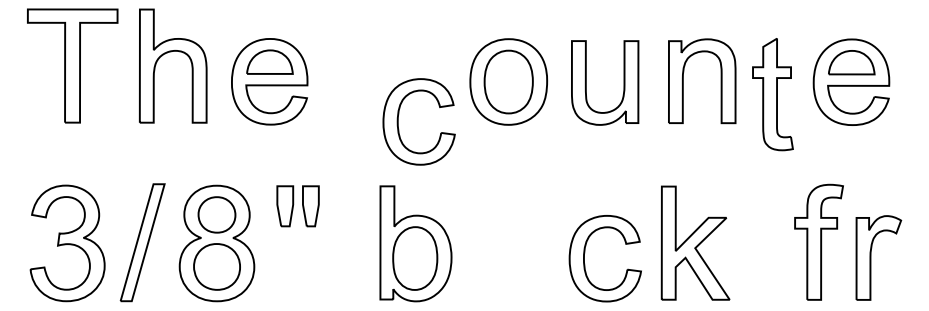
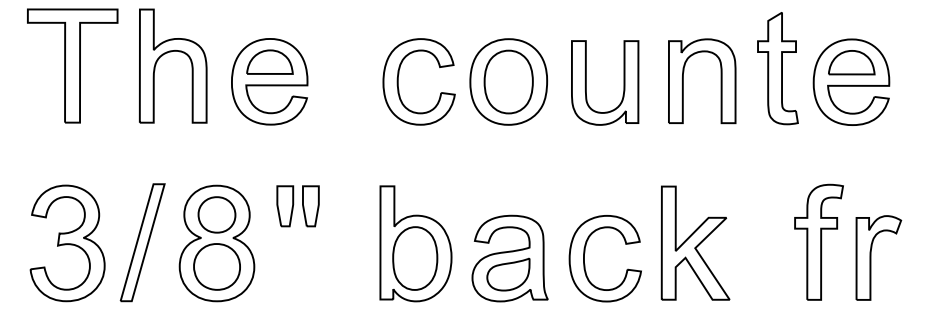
part at (772, 94) position: (772, 94) -> (777, 68)
part at (398, 121) position: (398, 121) -> (398, 81)
part at (509, 258): none -> present
